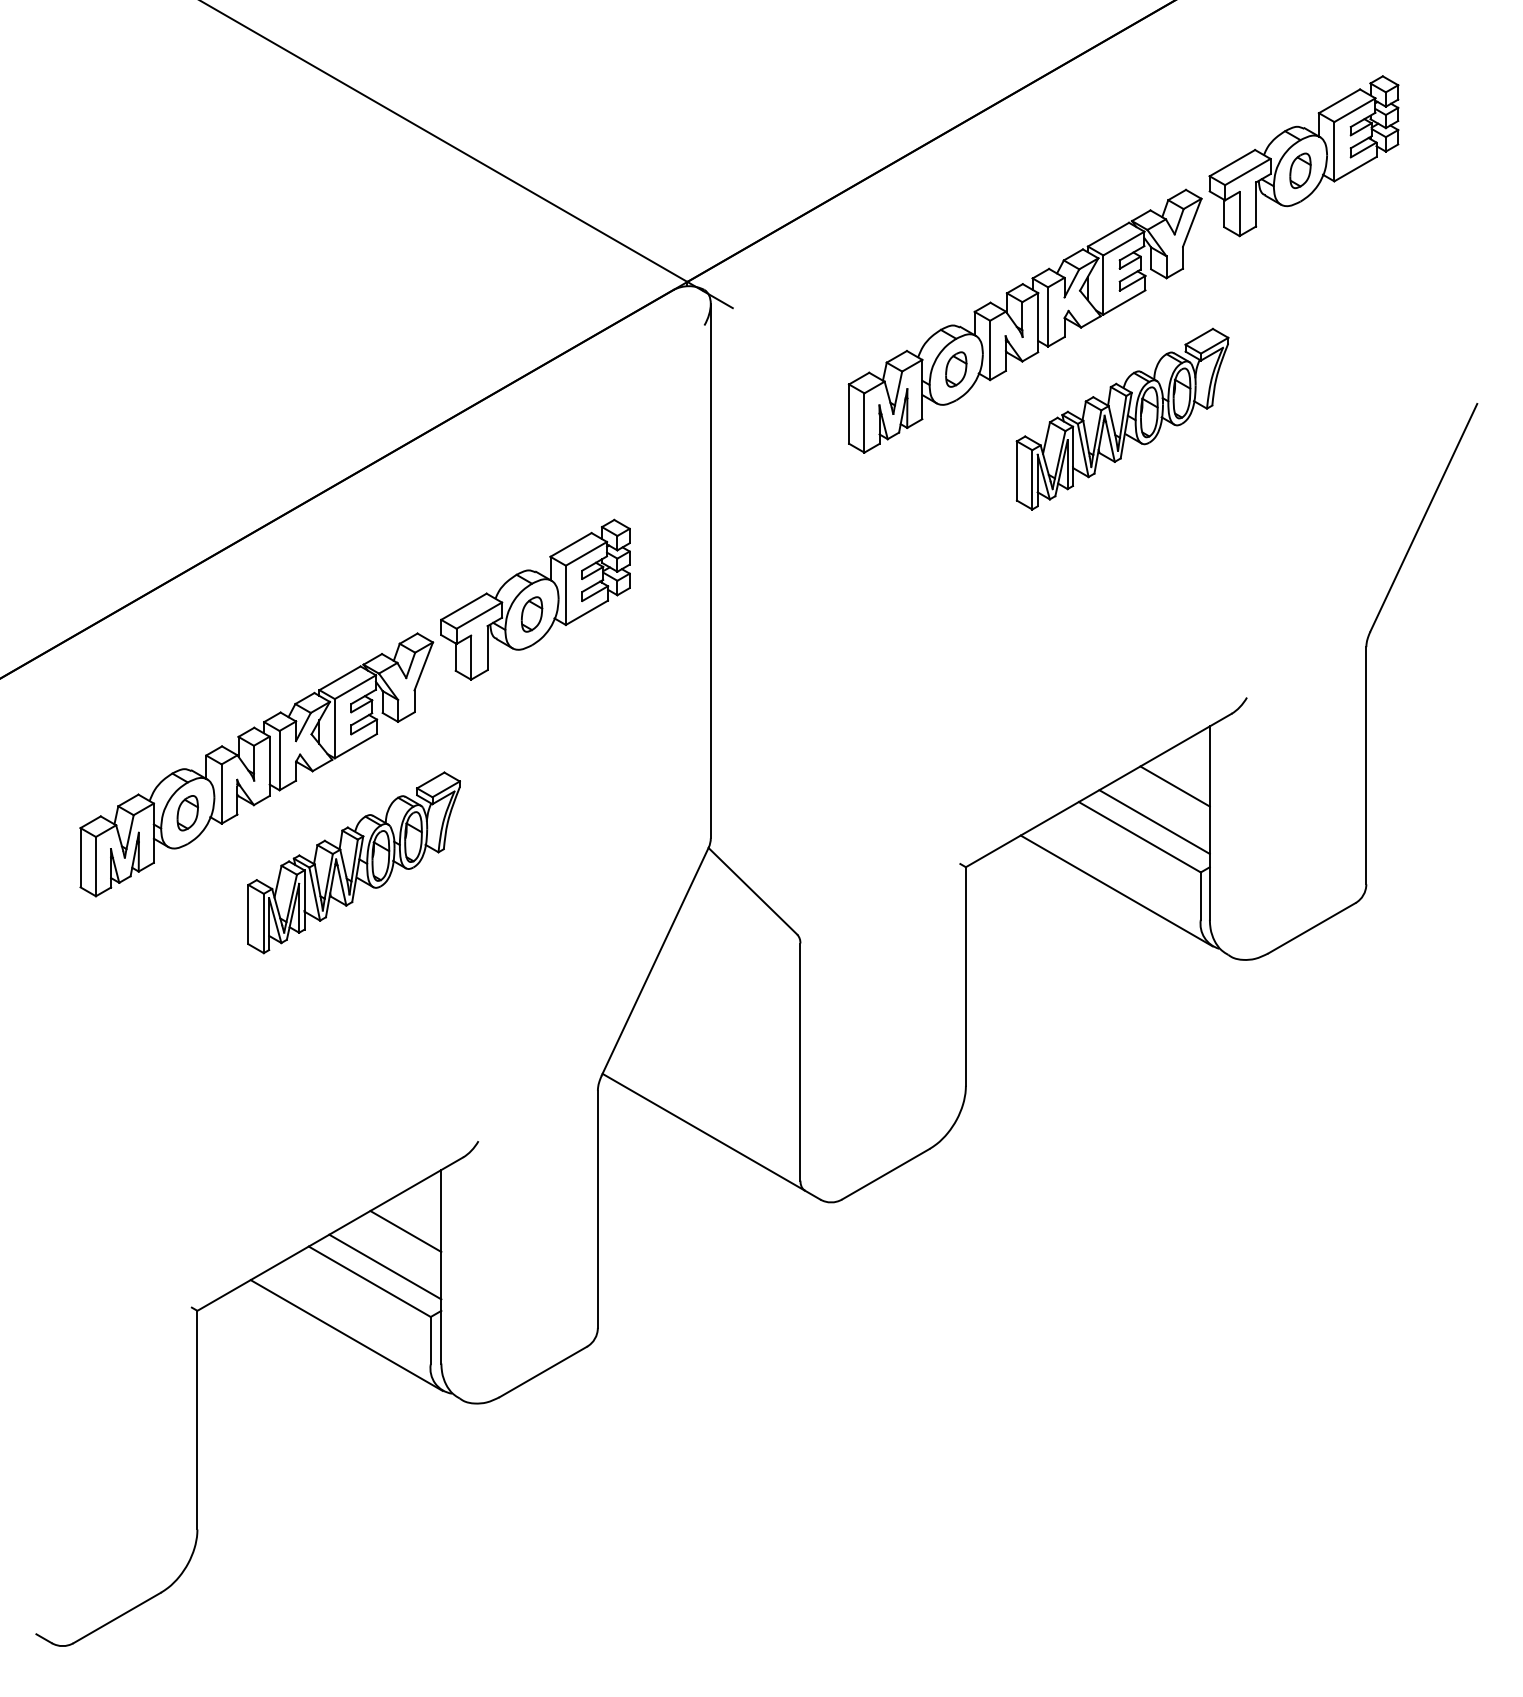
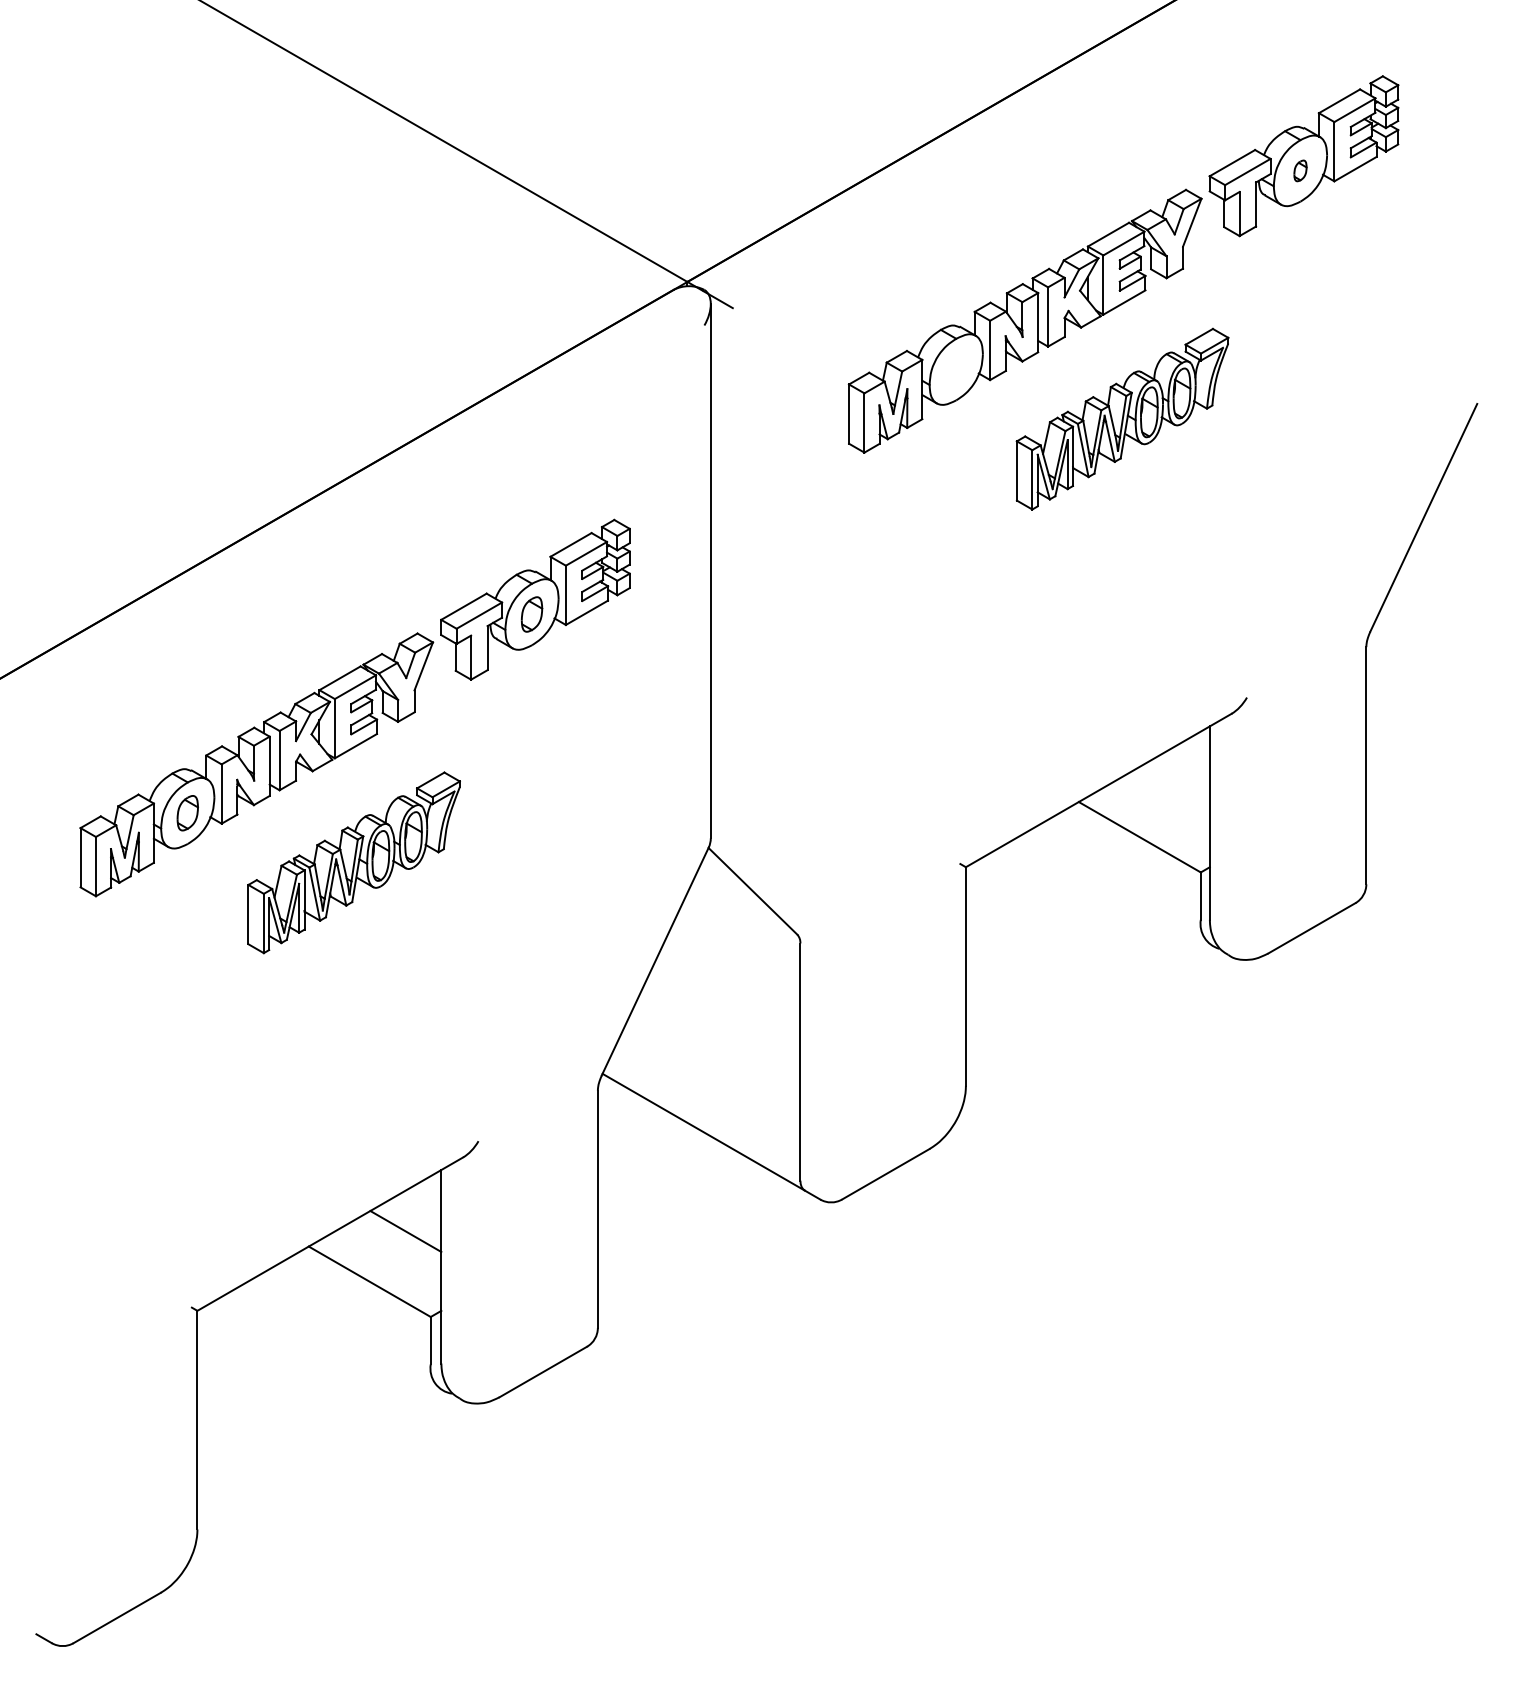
part at (1300, 170) size: 23x38 px -> 15x24 px
part at (956, 369): present -> none
line at (1174, 786): present -> none
line at (1154, 821): present -> none
line at (1116, 890): present -> none
line at (385, 1266): present -> none
line at (346, 1335): present -> none
